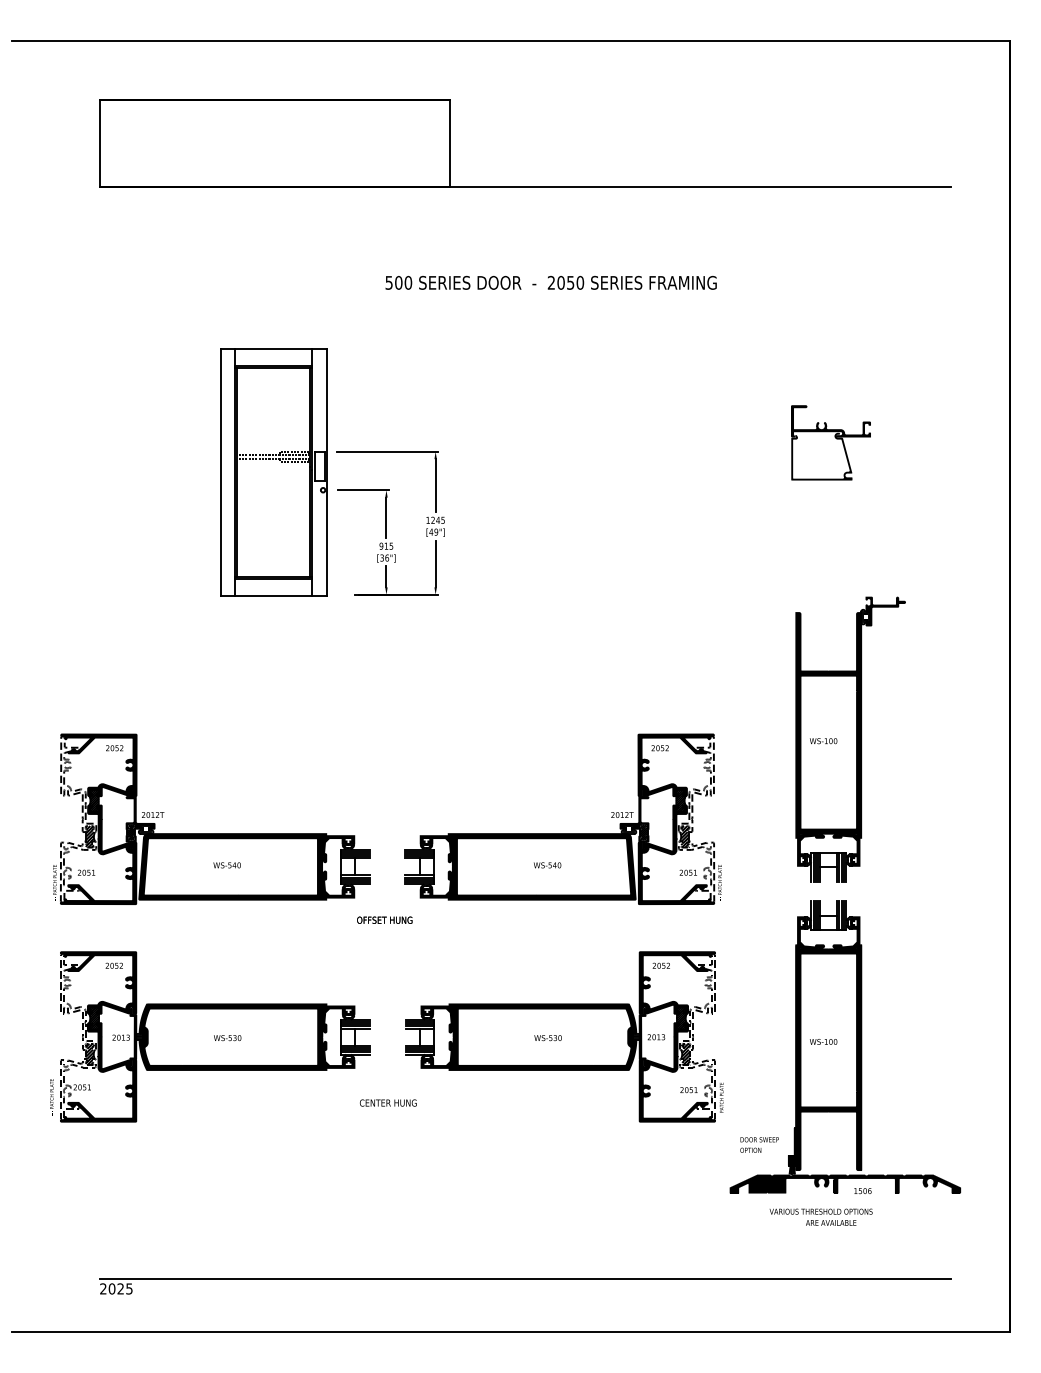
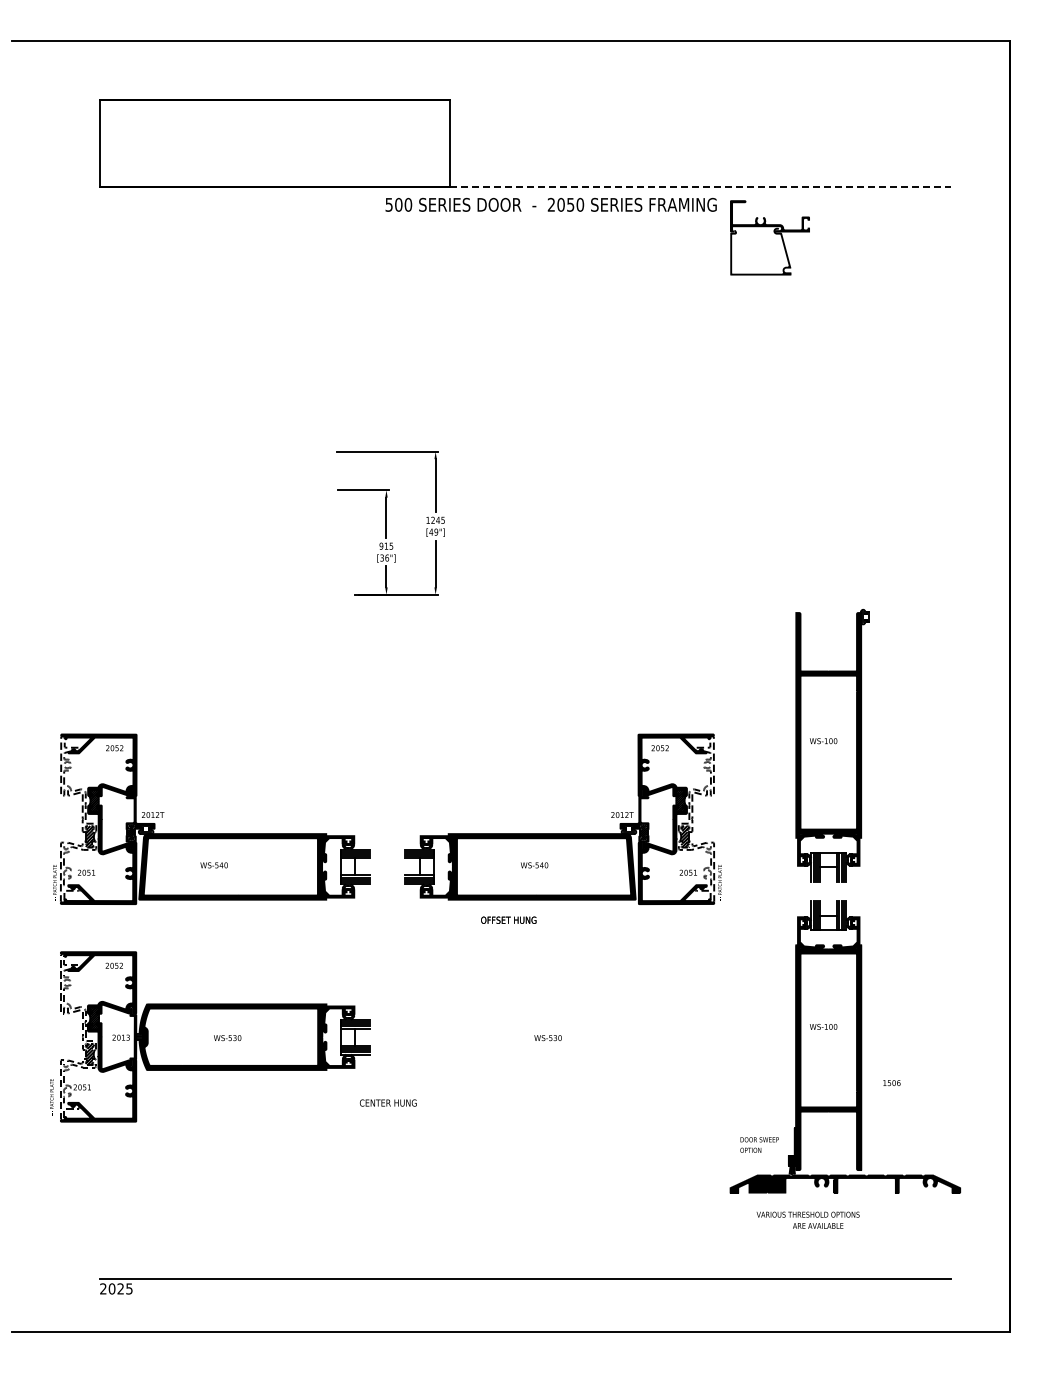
line at (700, 187): solid -> dashed
text at (550, 282) position: (550, 282) -> (550, 204)
part at (830, 442) position: (830, 442) -> (769, 237)
part at (273, 472): present -> none
fill at (885, 611): present -> none
text at (226, 865) position: (226, 865) -> (213, 865)
text at (547, 865) position: (547, 865) -> (534, 865)
text at (384, 919) position: (384, 919) -> (508, 919)
part at (564, 1036): present -> none
text at (823, 1041) position: (823, 1041) -> (823, 1026)
text at (862, 1191) position: (862, 1191) -> (891, 1083)
text at (820, 1216) position: (820, 1216) -> (807, 1219)
